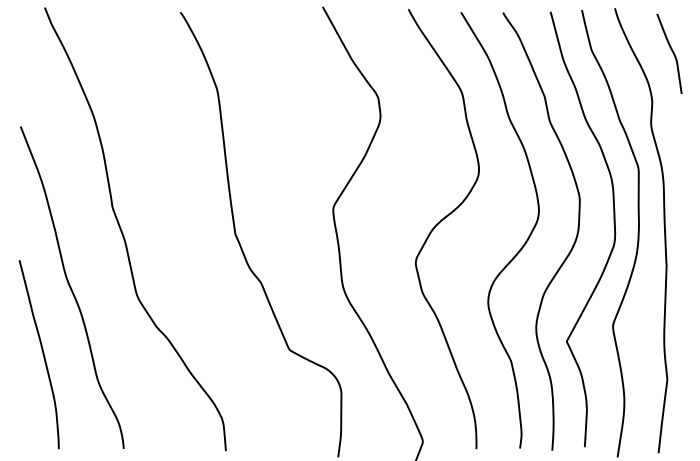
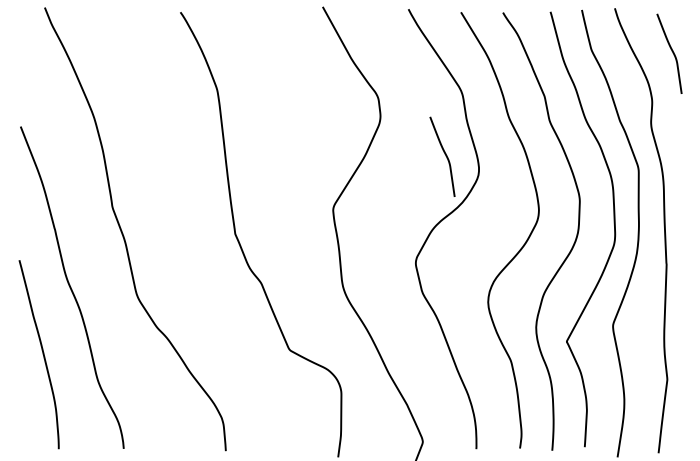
curve at (444, 154): none -> present
